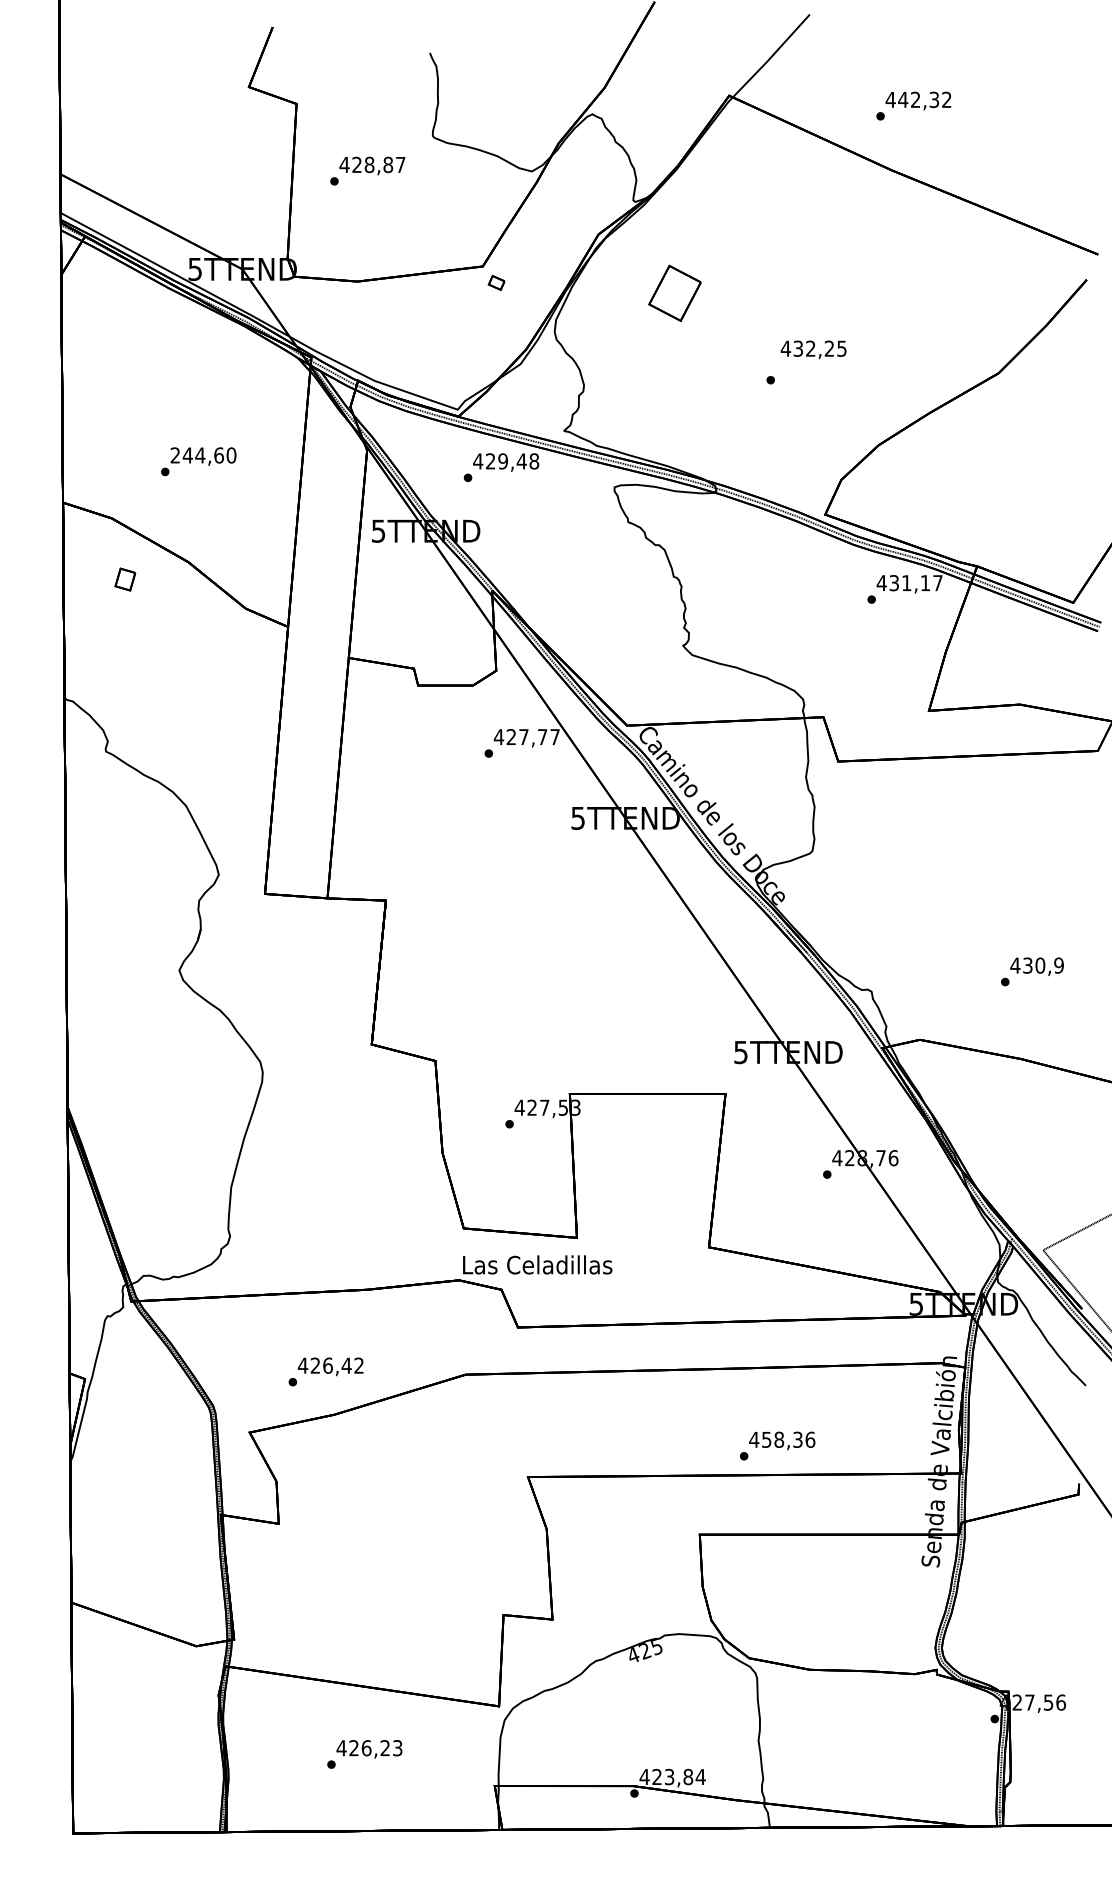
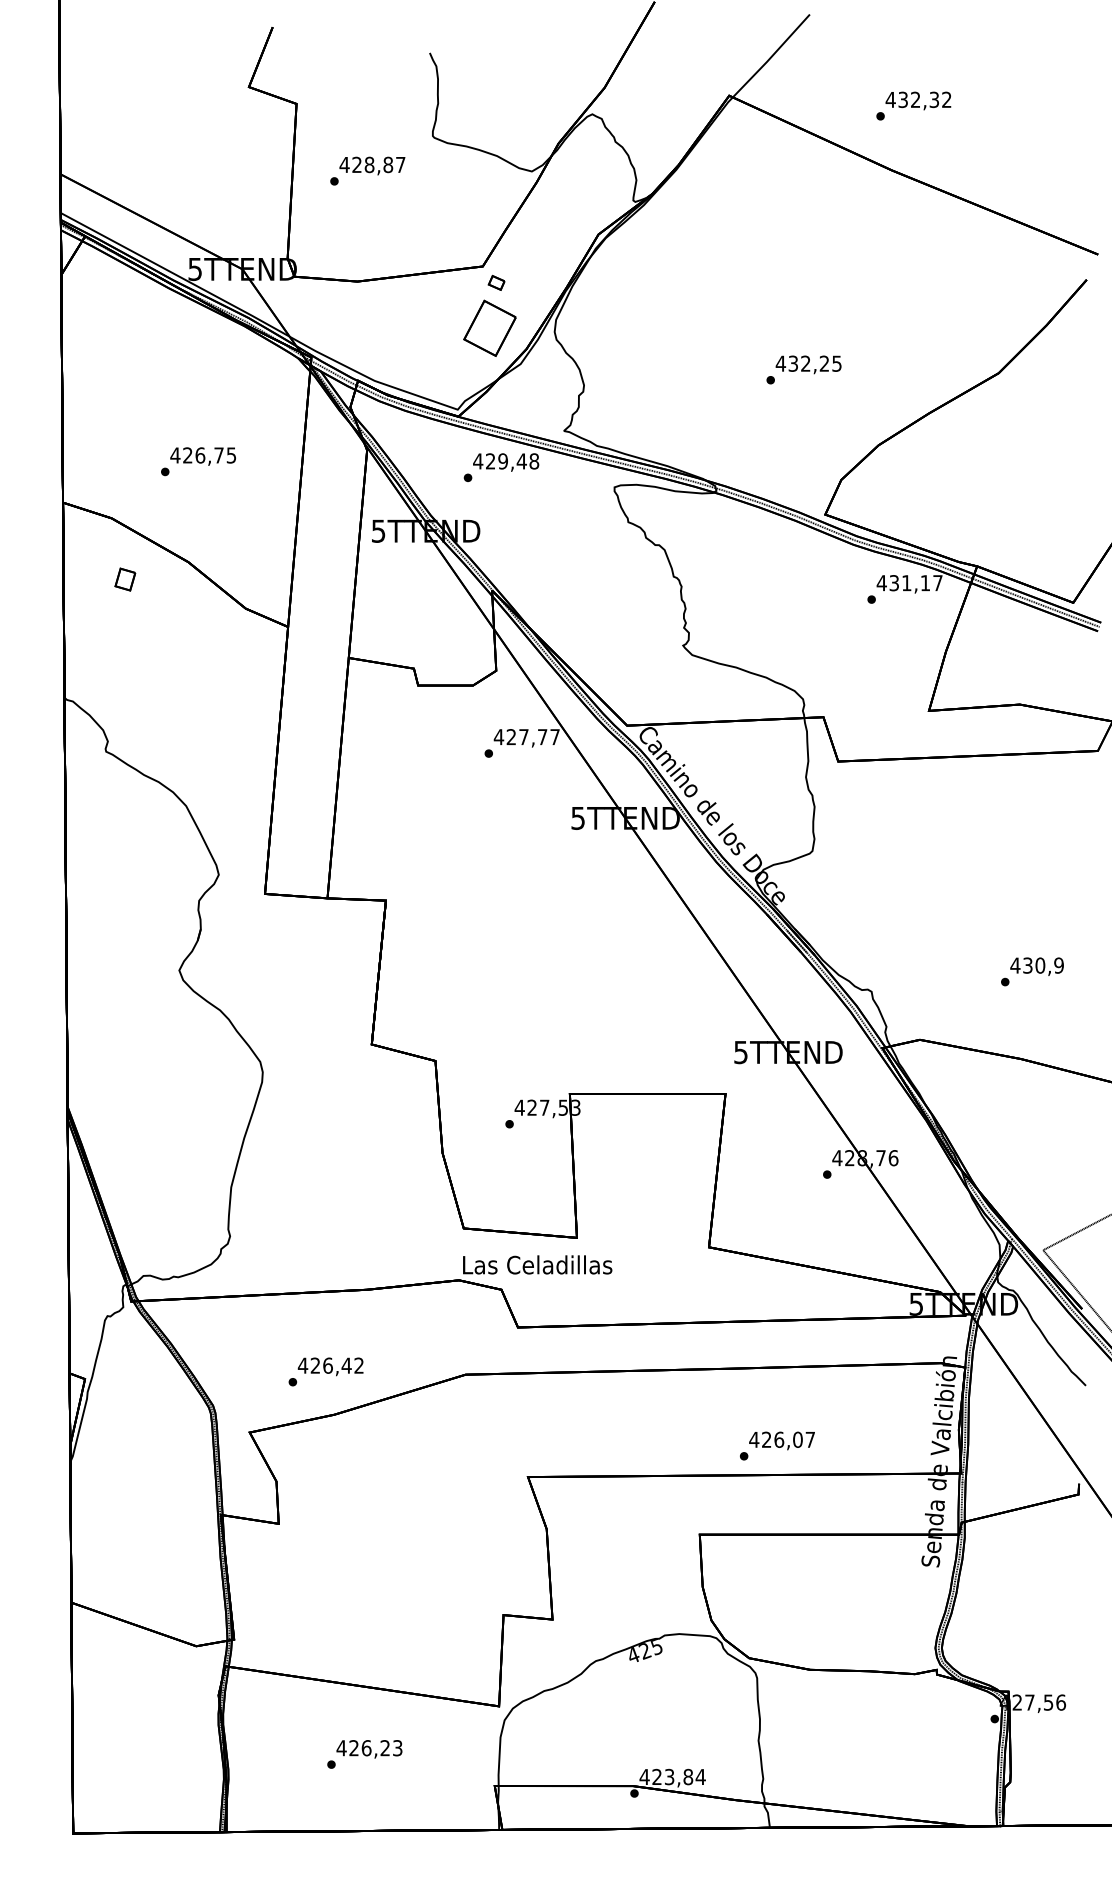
text at (903, 99): 442,32 -> 432,32
part at (674, 292) position: (674, 292) -> (489, 327)
text at (813, 349) position: (813, 349) -> (808, 364)
text at (203, 455): 244,60 -> 426,75
text at (788, 1439): 458,36 -> 426,07
